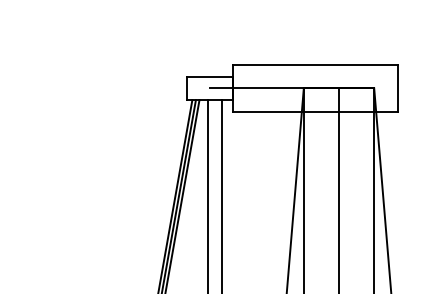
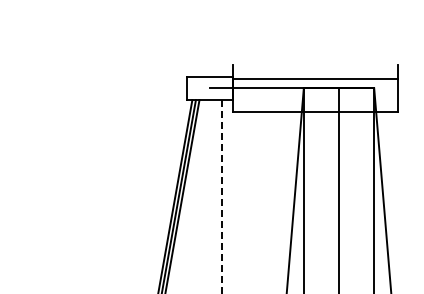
line at (315, 64) position: (315, 64) -> (315, 78)
line at (207, 195): present -> none
line at (221, 197): solid -> dashed
